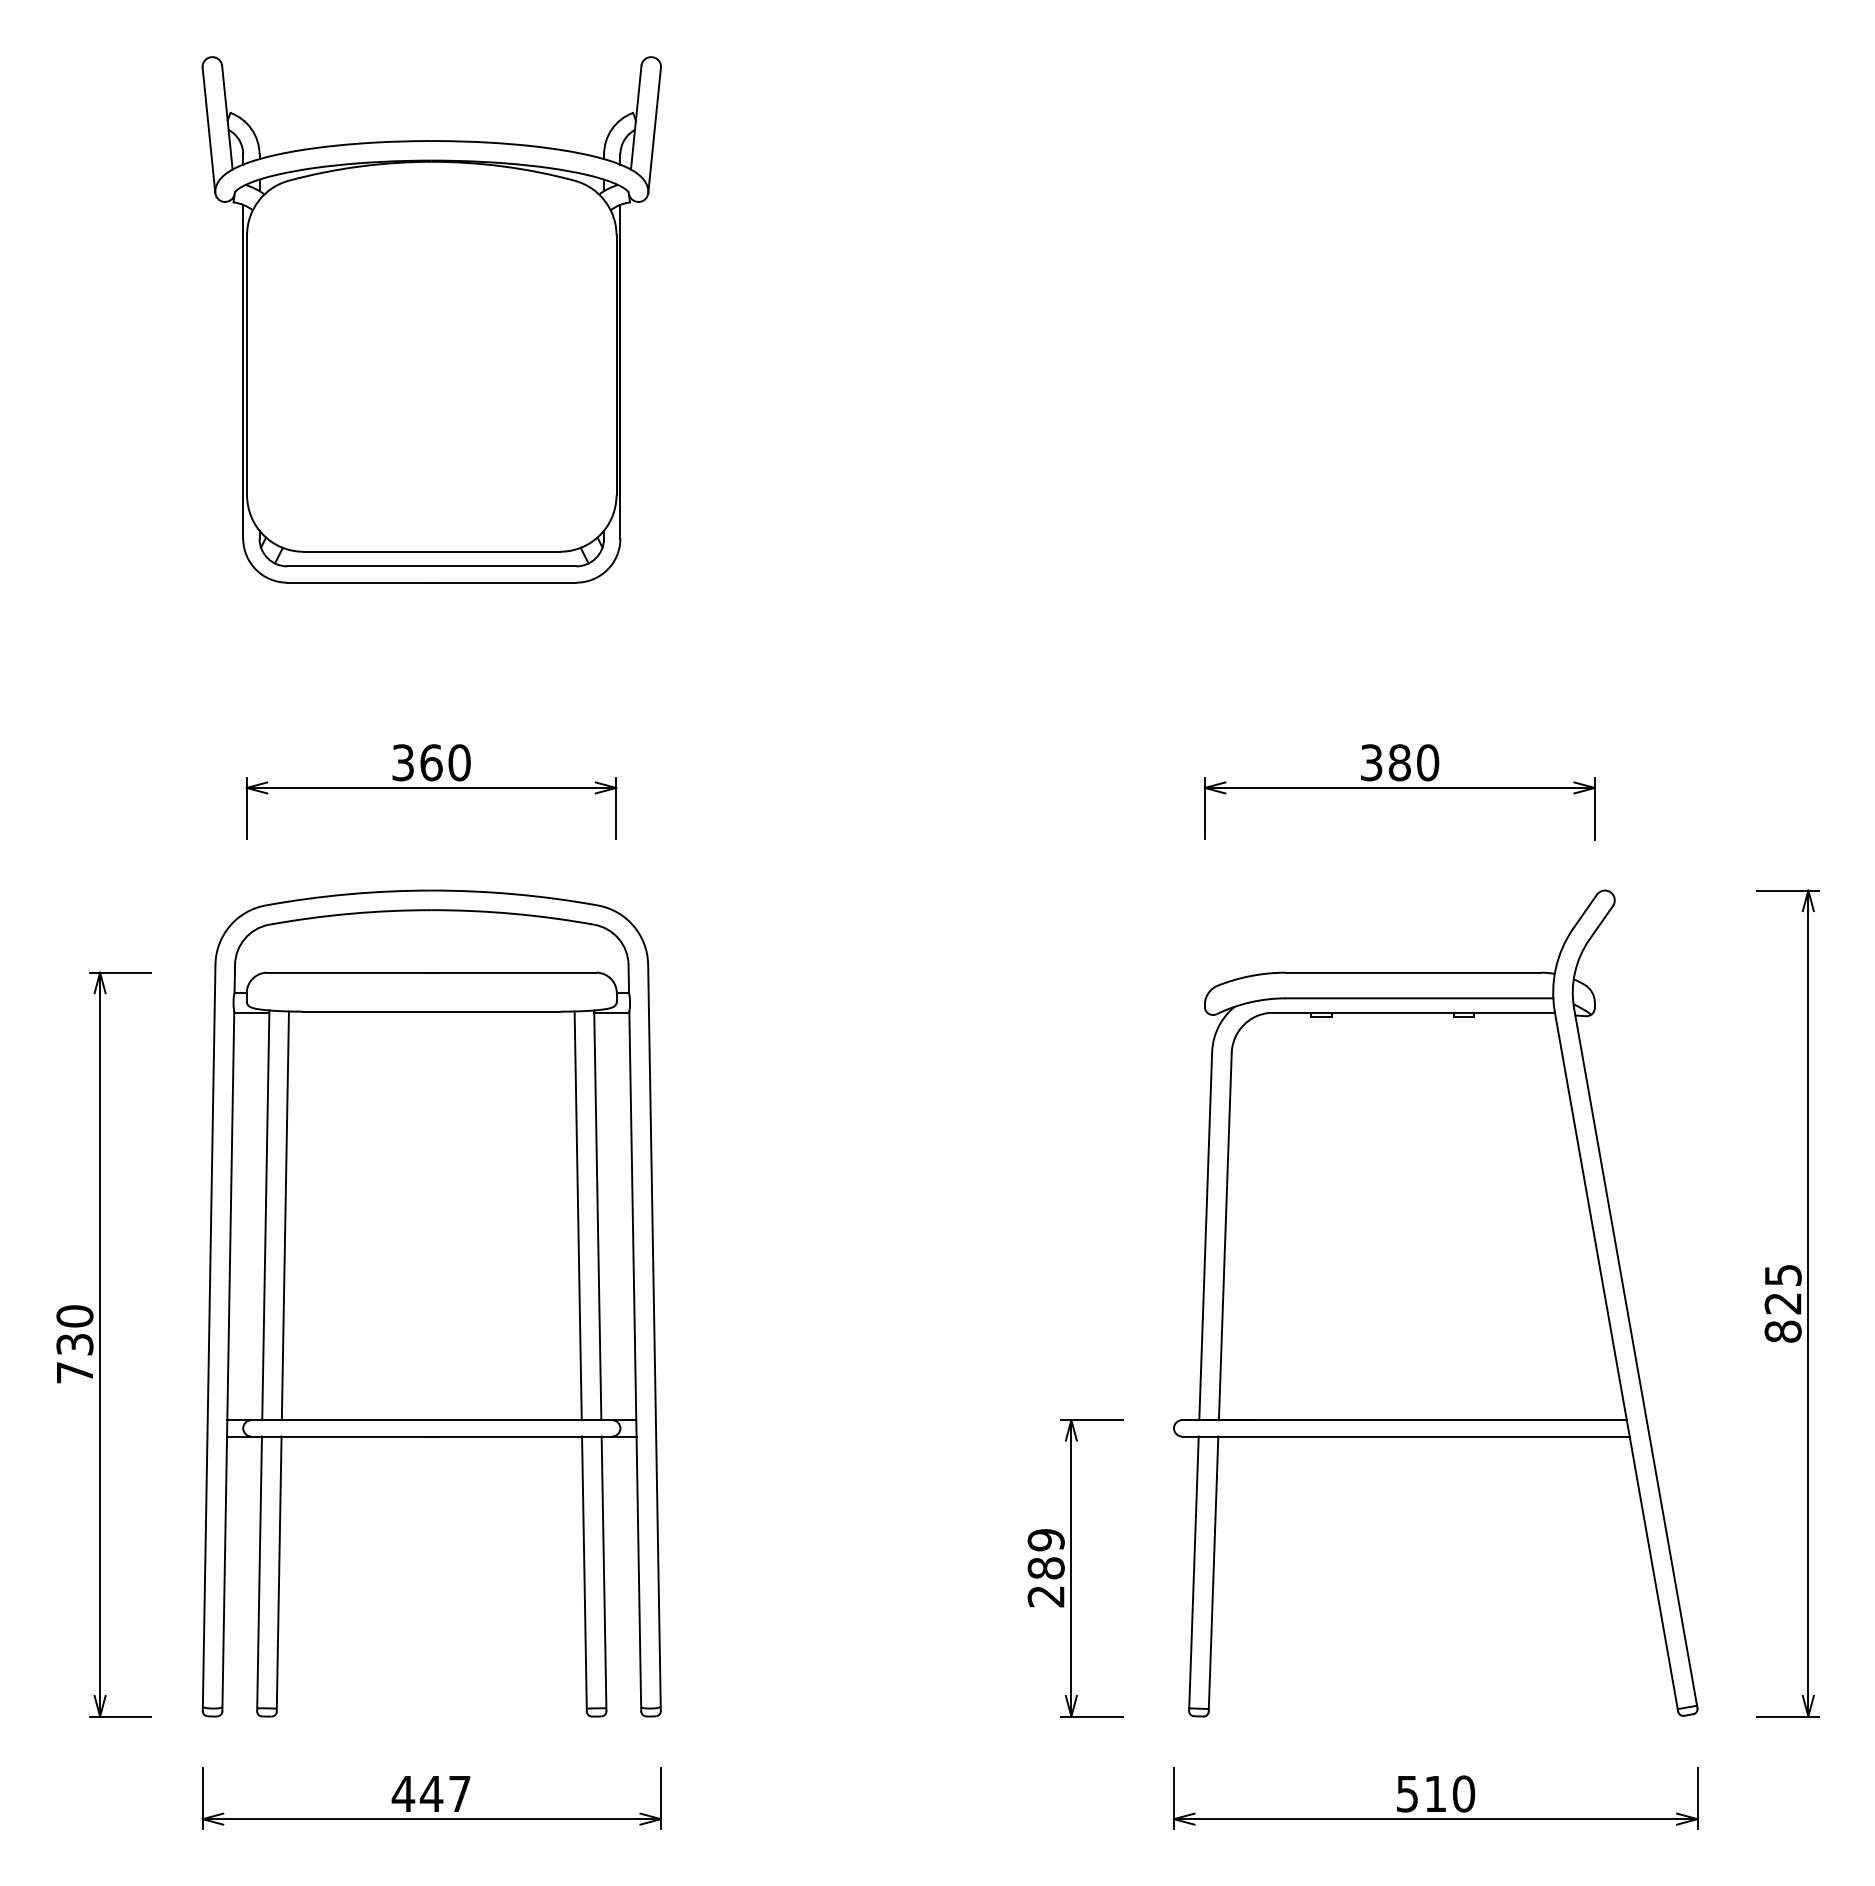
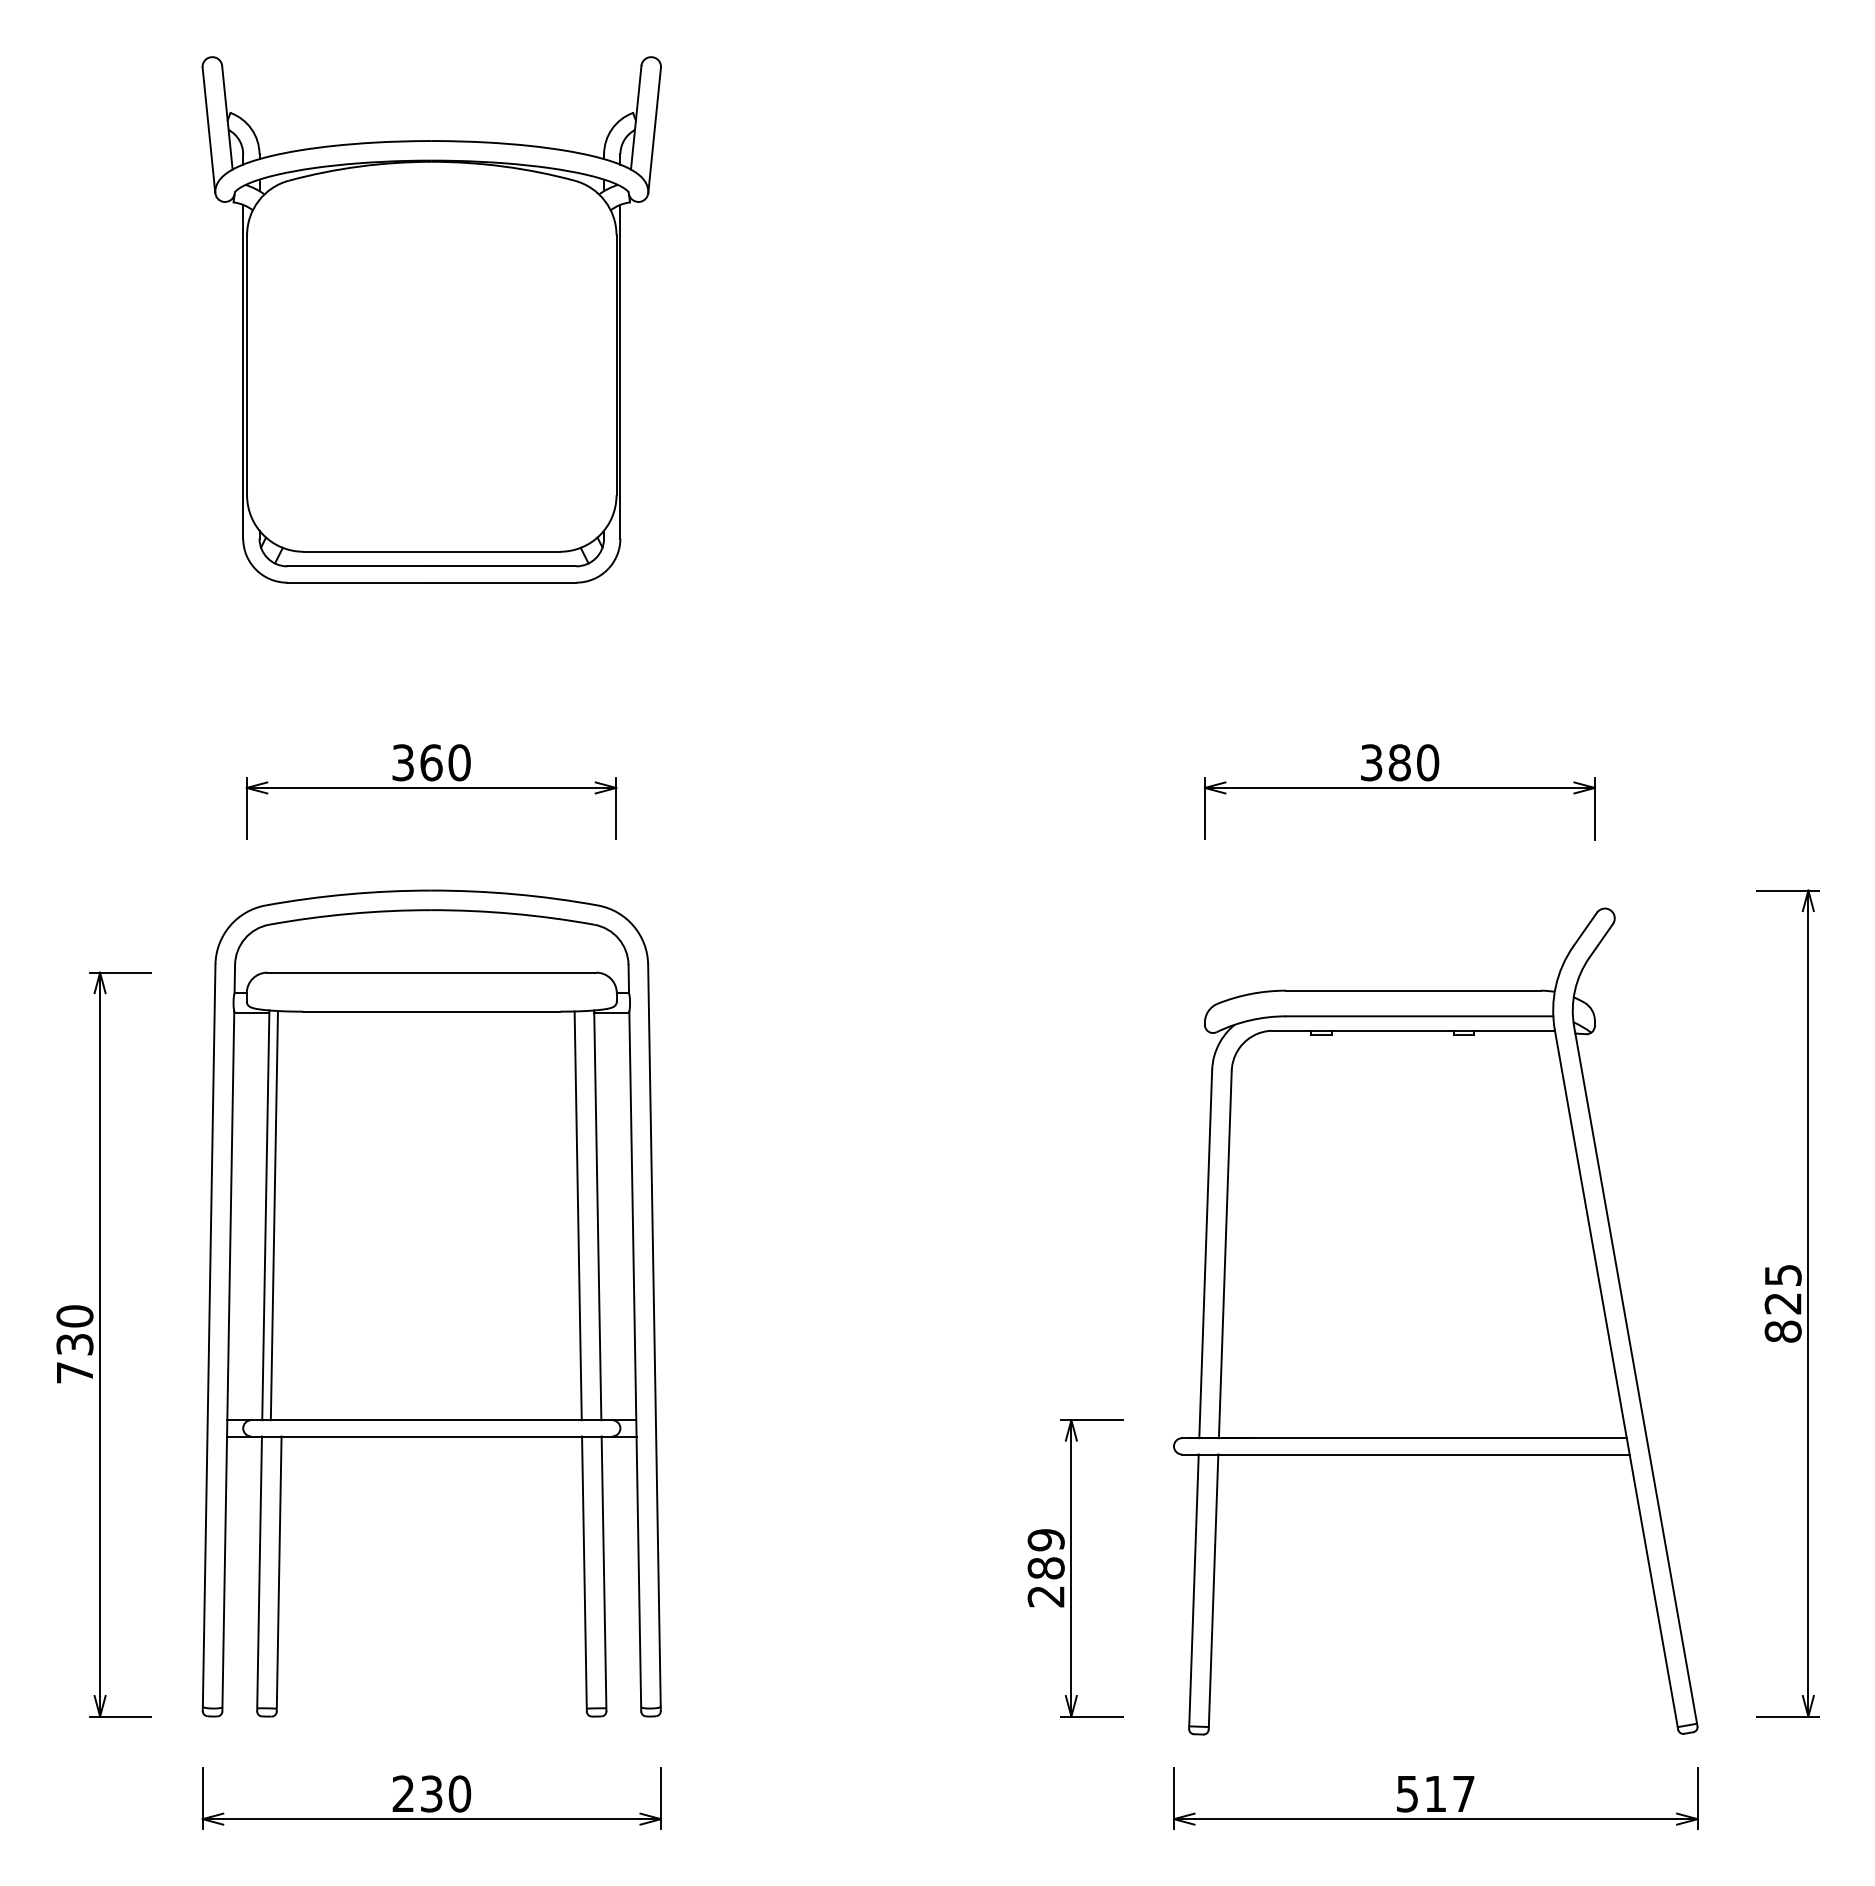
line at (284, 1215) position: (284, 1215) -> (273, 1215)
part at (1435, 1303) position: (1435, 1303) -> (1435, 1321)
text at (431, 1793): 447 -> 230
text at (1463, 1793): 510 -> 517
